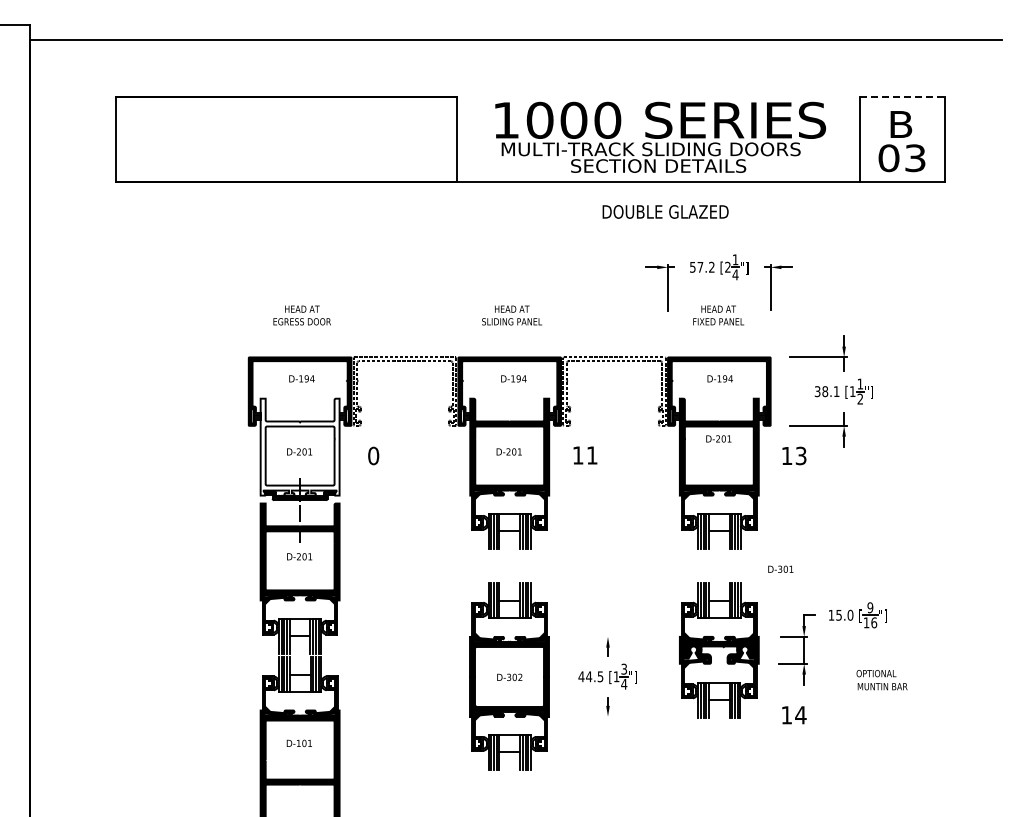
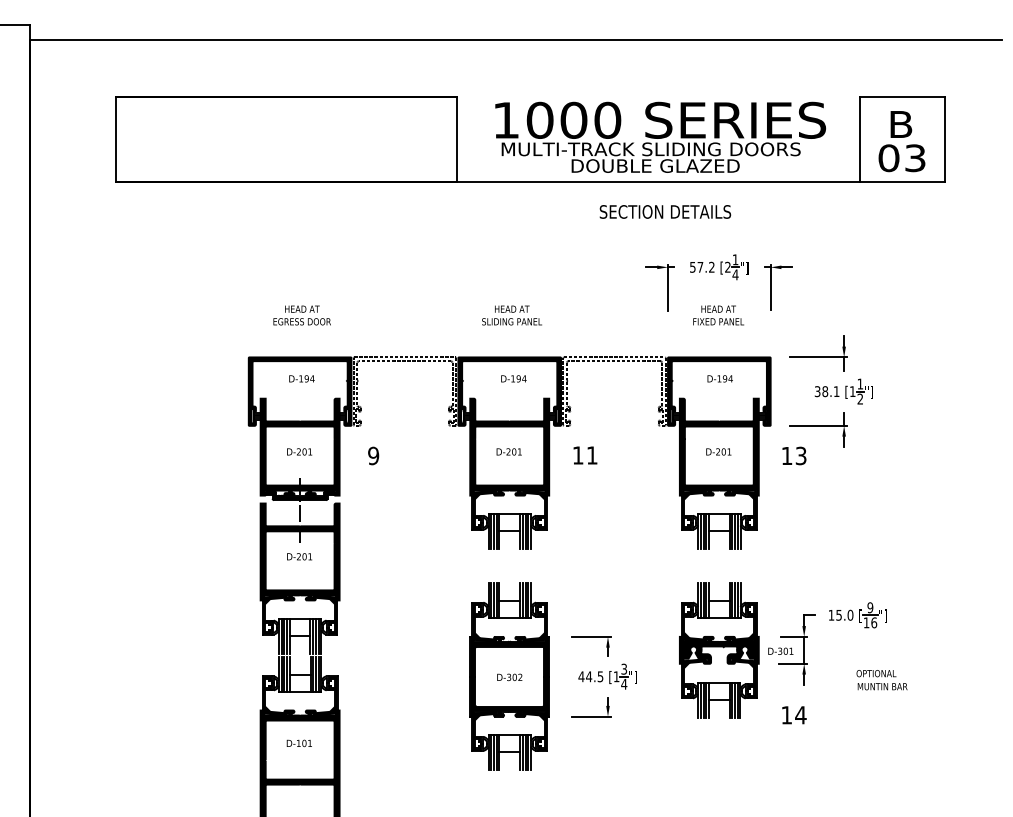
line at (902, 97): dashed -> solid
text at (658, 165): SECTION DETAILS -> DOUBLE GLAZED
text at (665, 211): DOUBLE GLAZED -> SECTION DETAILS
text at (718, 438) position: (718, 438) -> (718, 451)
fill at (299, 446): none -> present
text at (373, 456): 0 -> 9
text at (780, 568) position: (780, 568) -> (780, 650)
line at (590, 636): none -> present
line at (590, 716): none -> present
